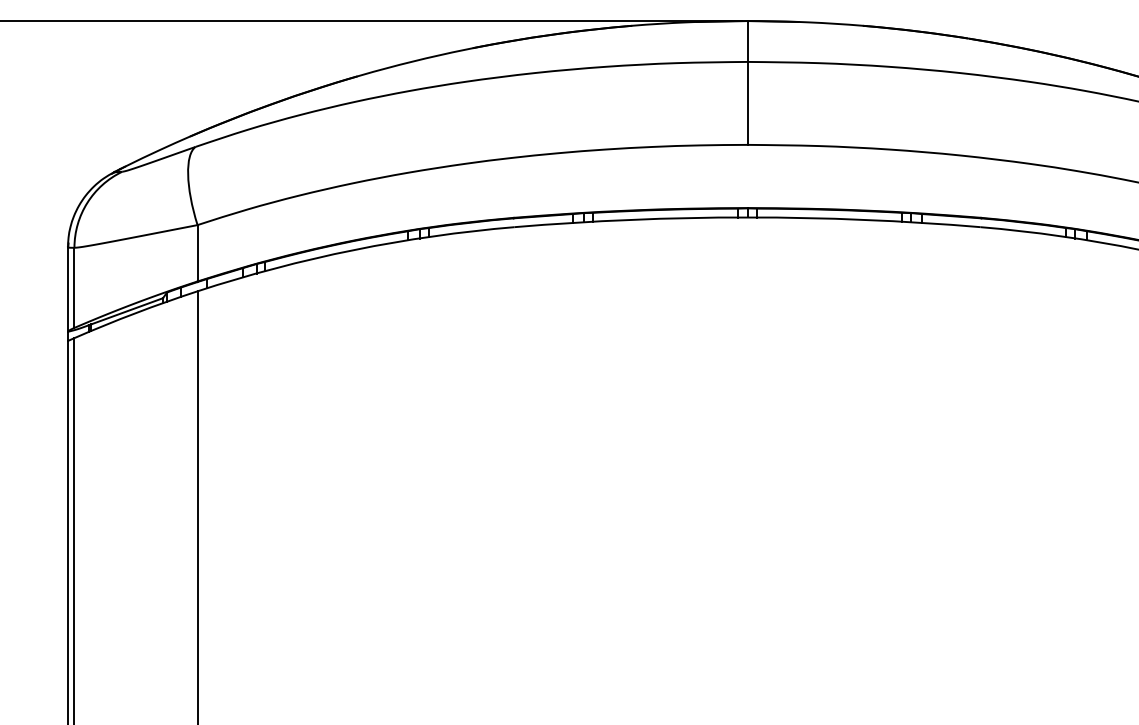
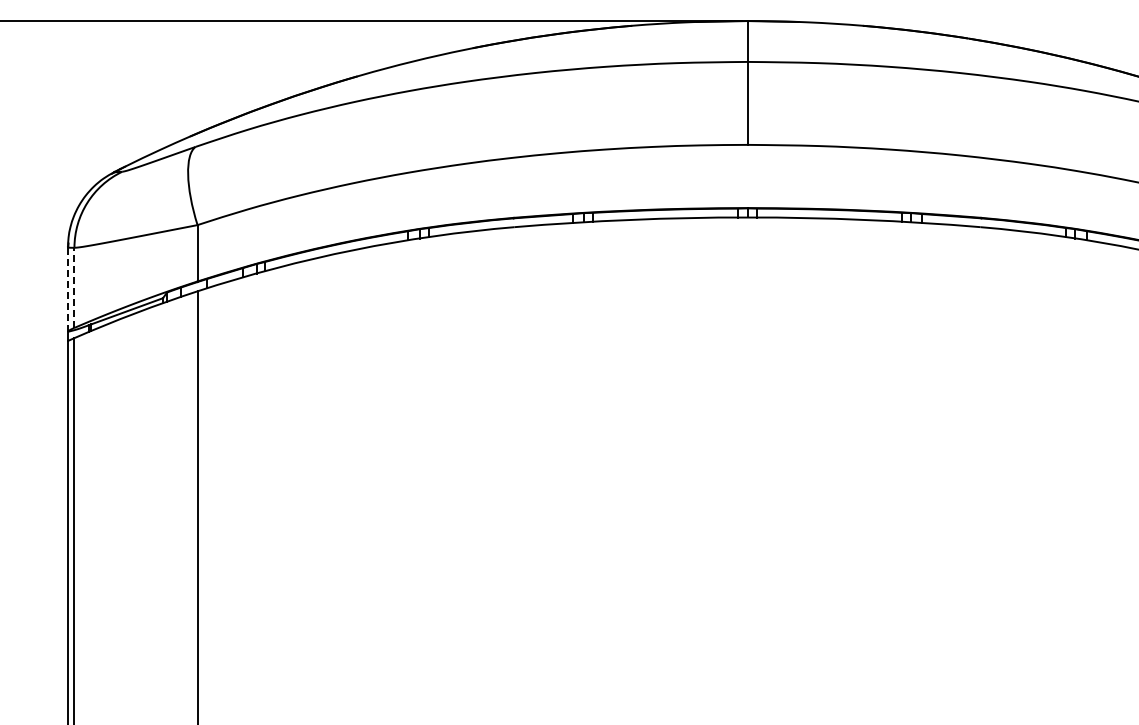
line at (74, 287): solid -> dashed
line at (67, 289): solid -> dashed
